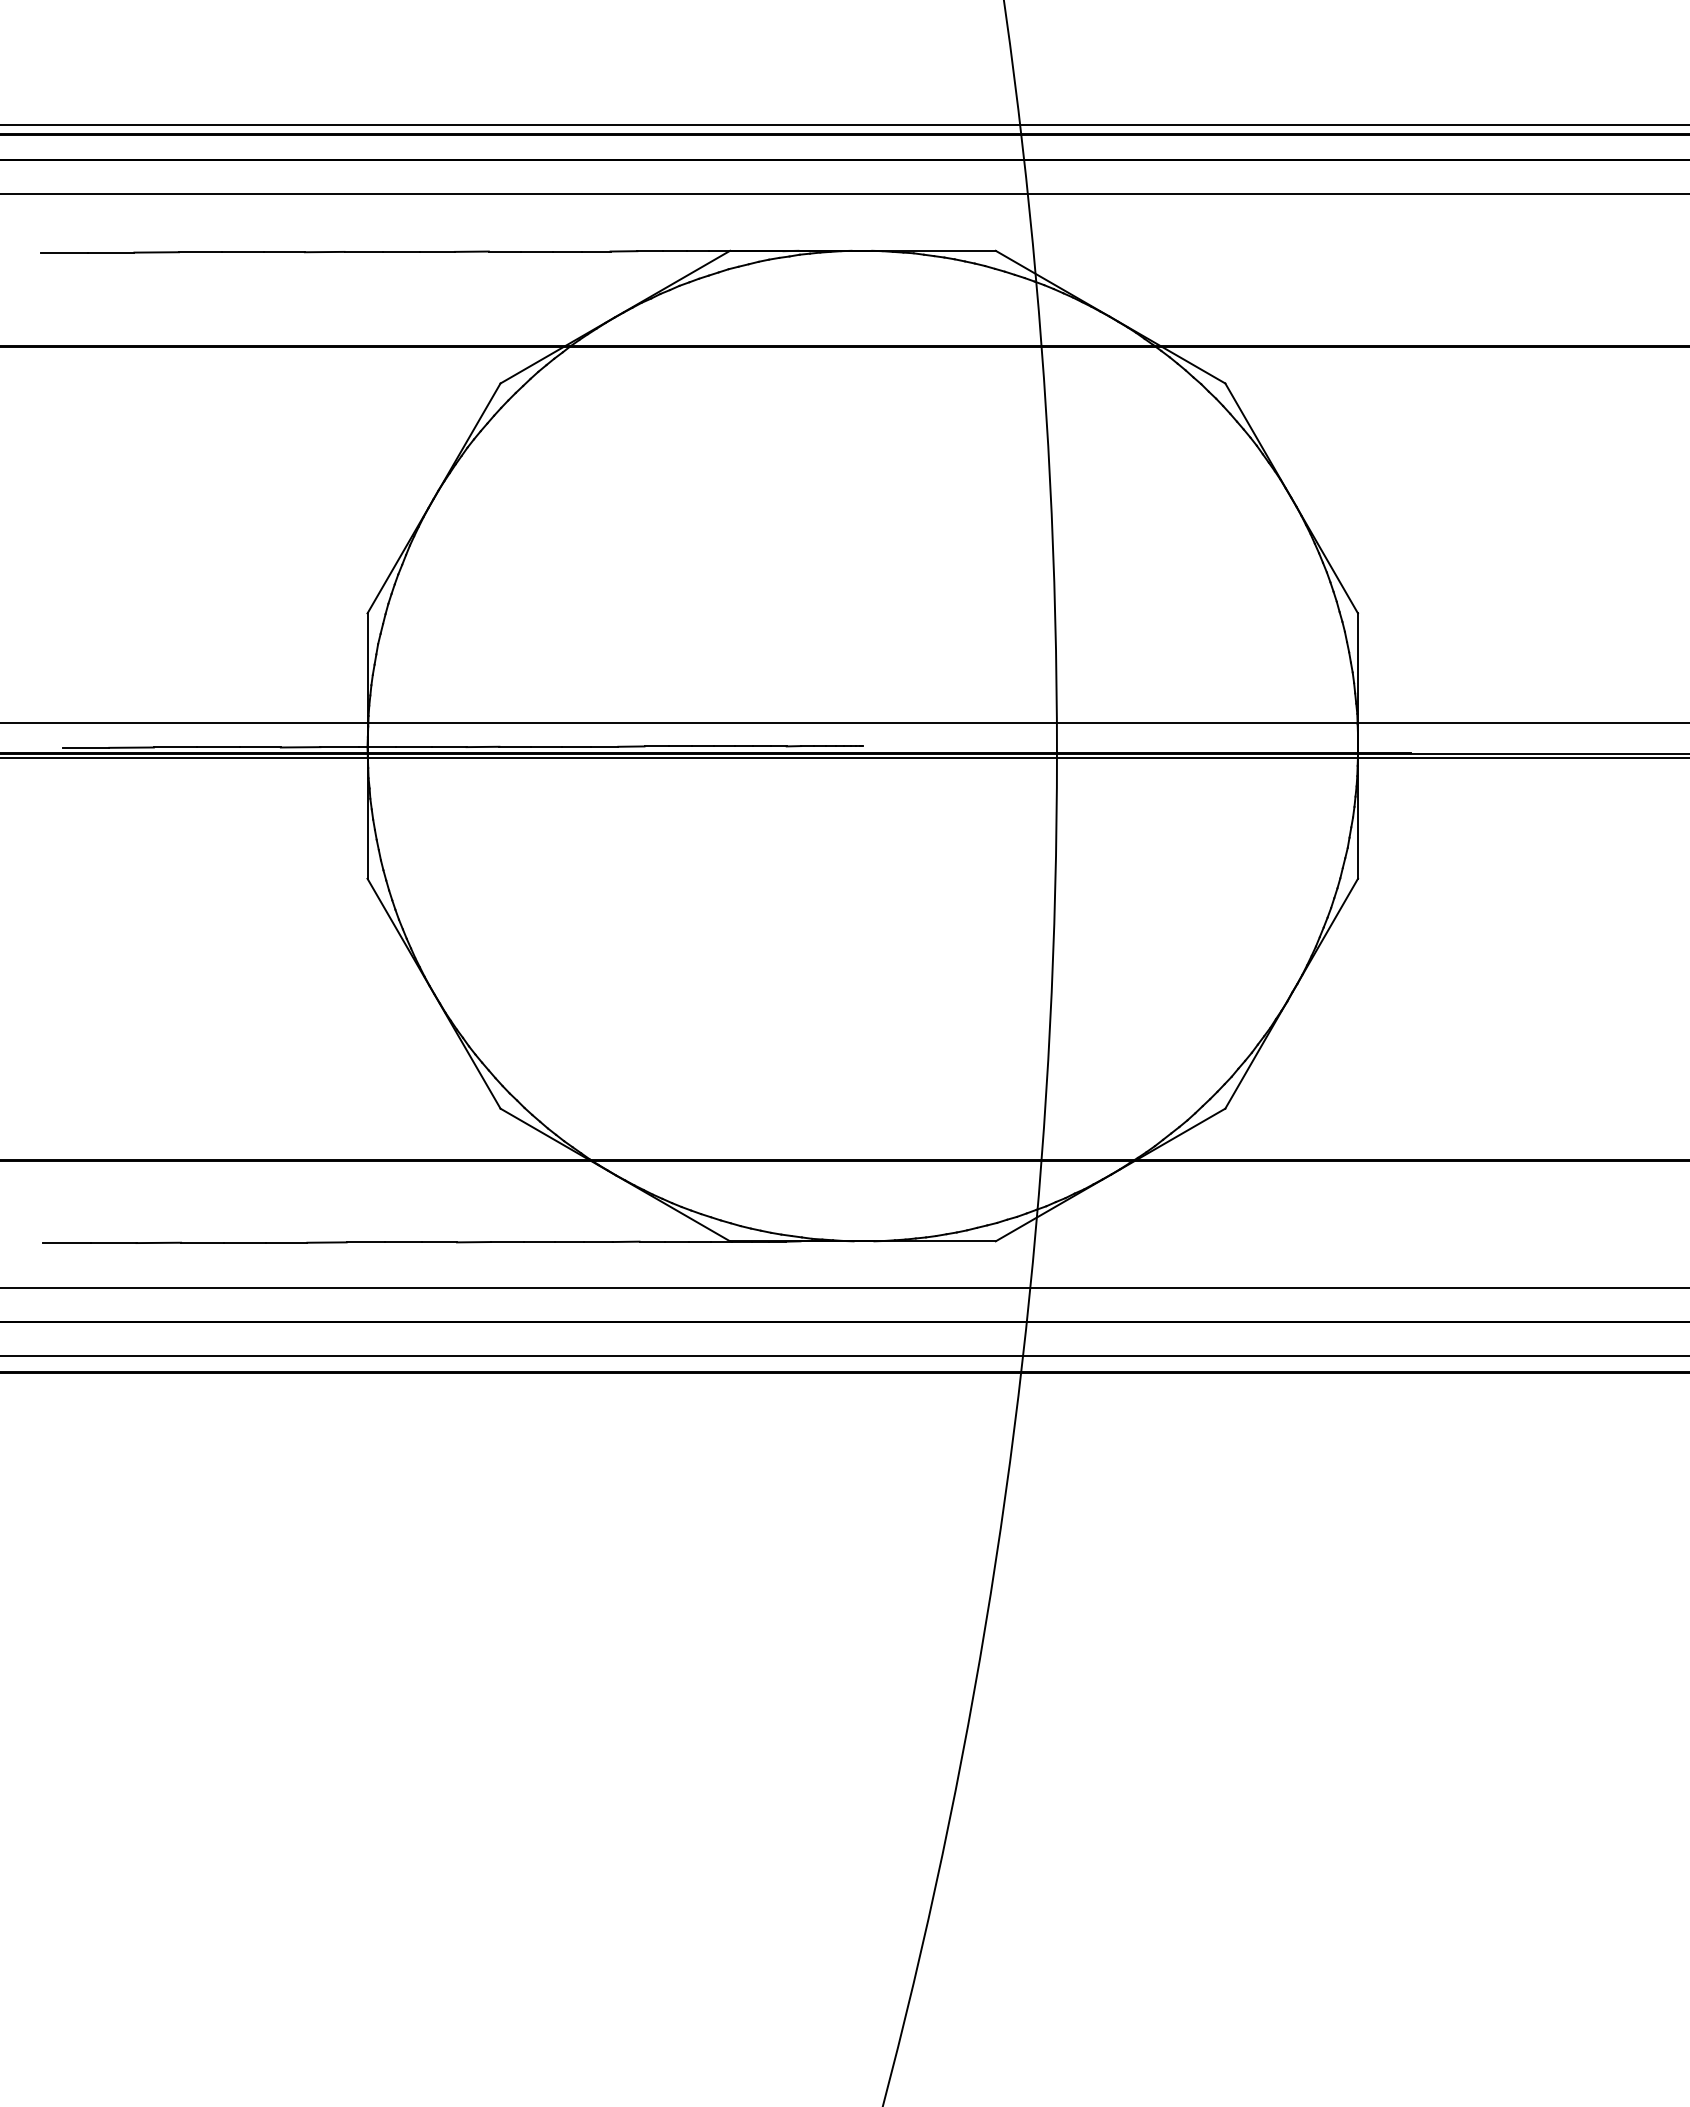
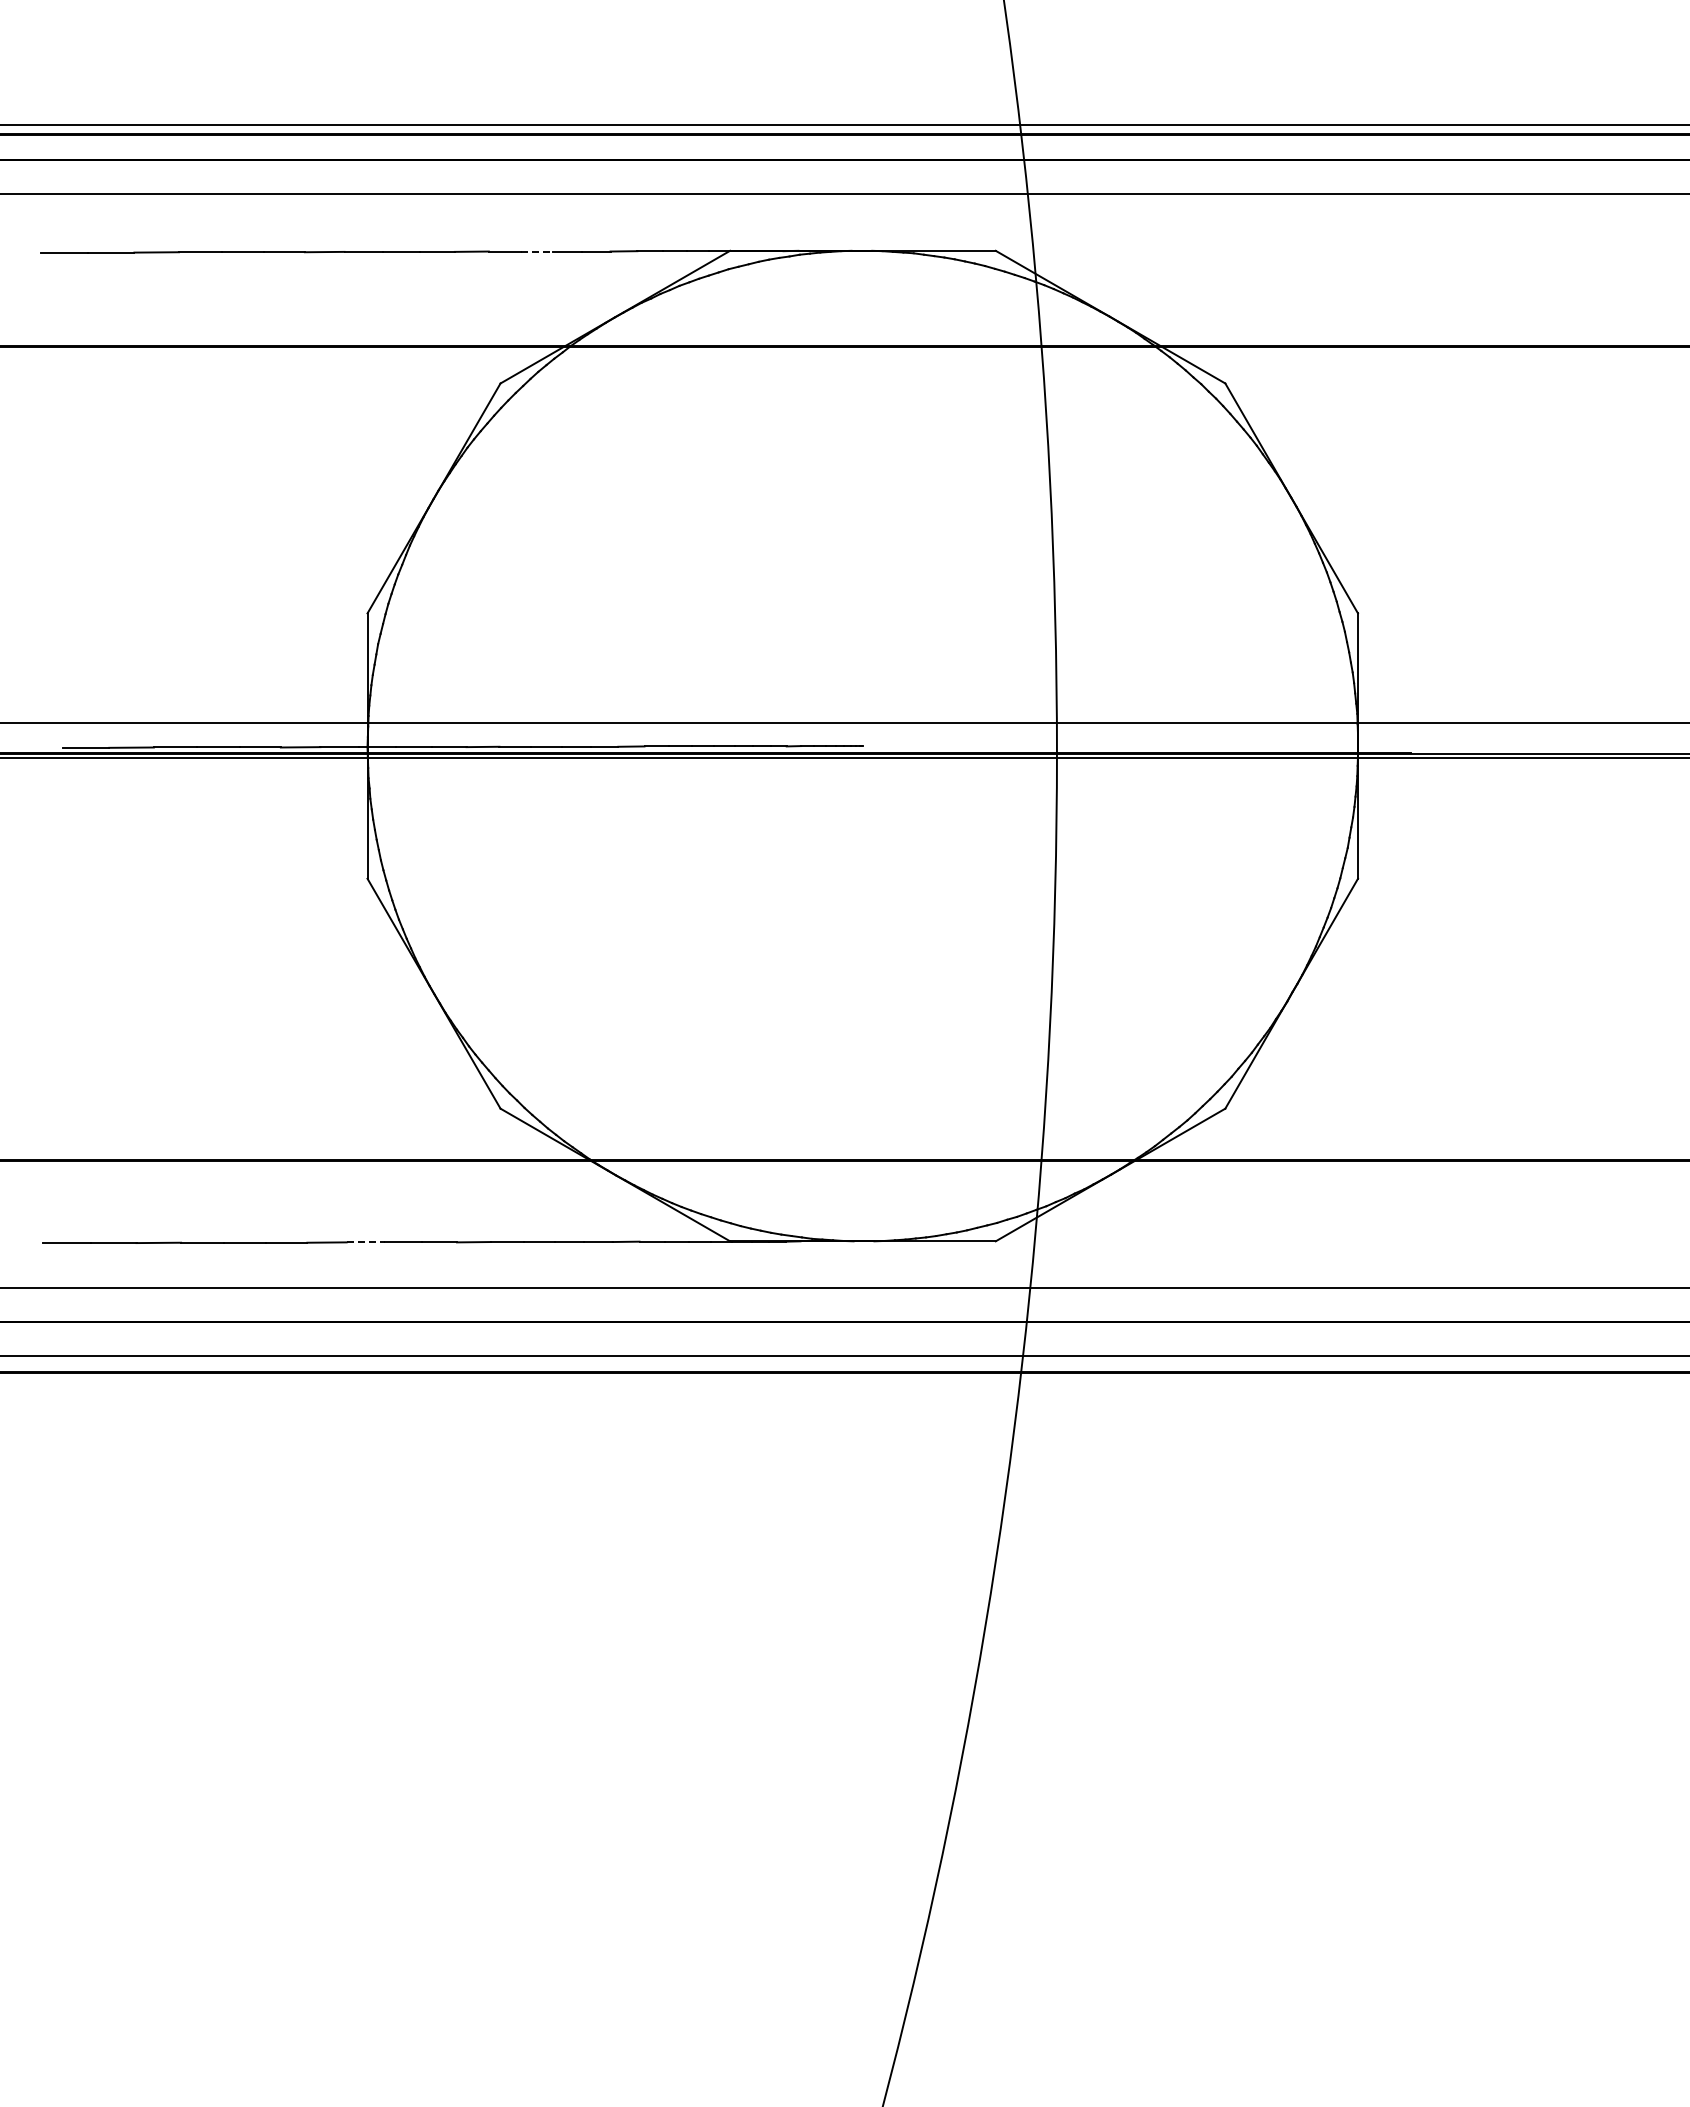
line at (536, 251): solid -> dashed
line at (366, 1242): solid -> dashed
